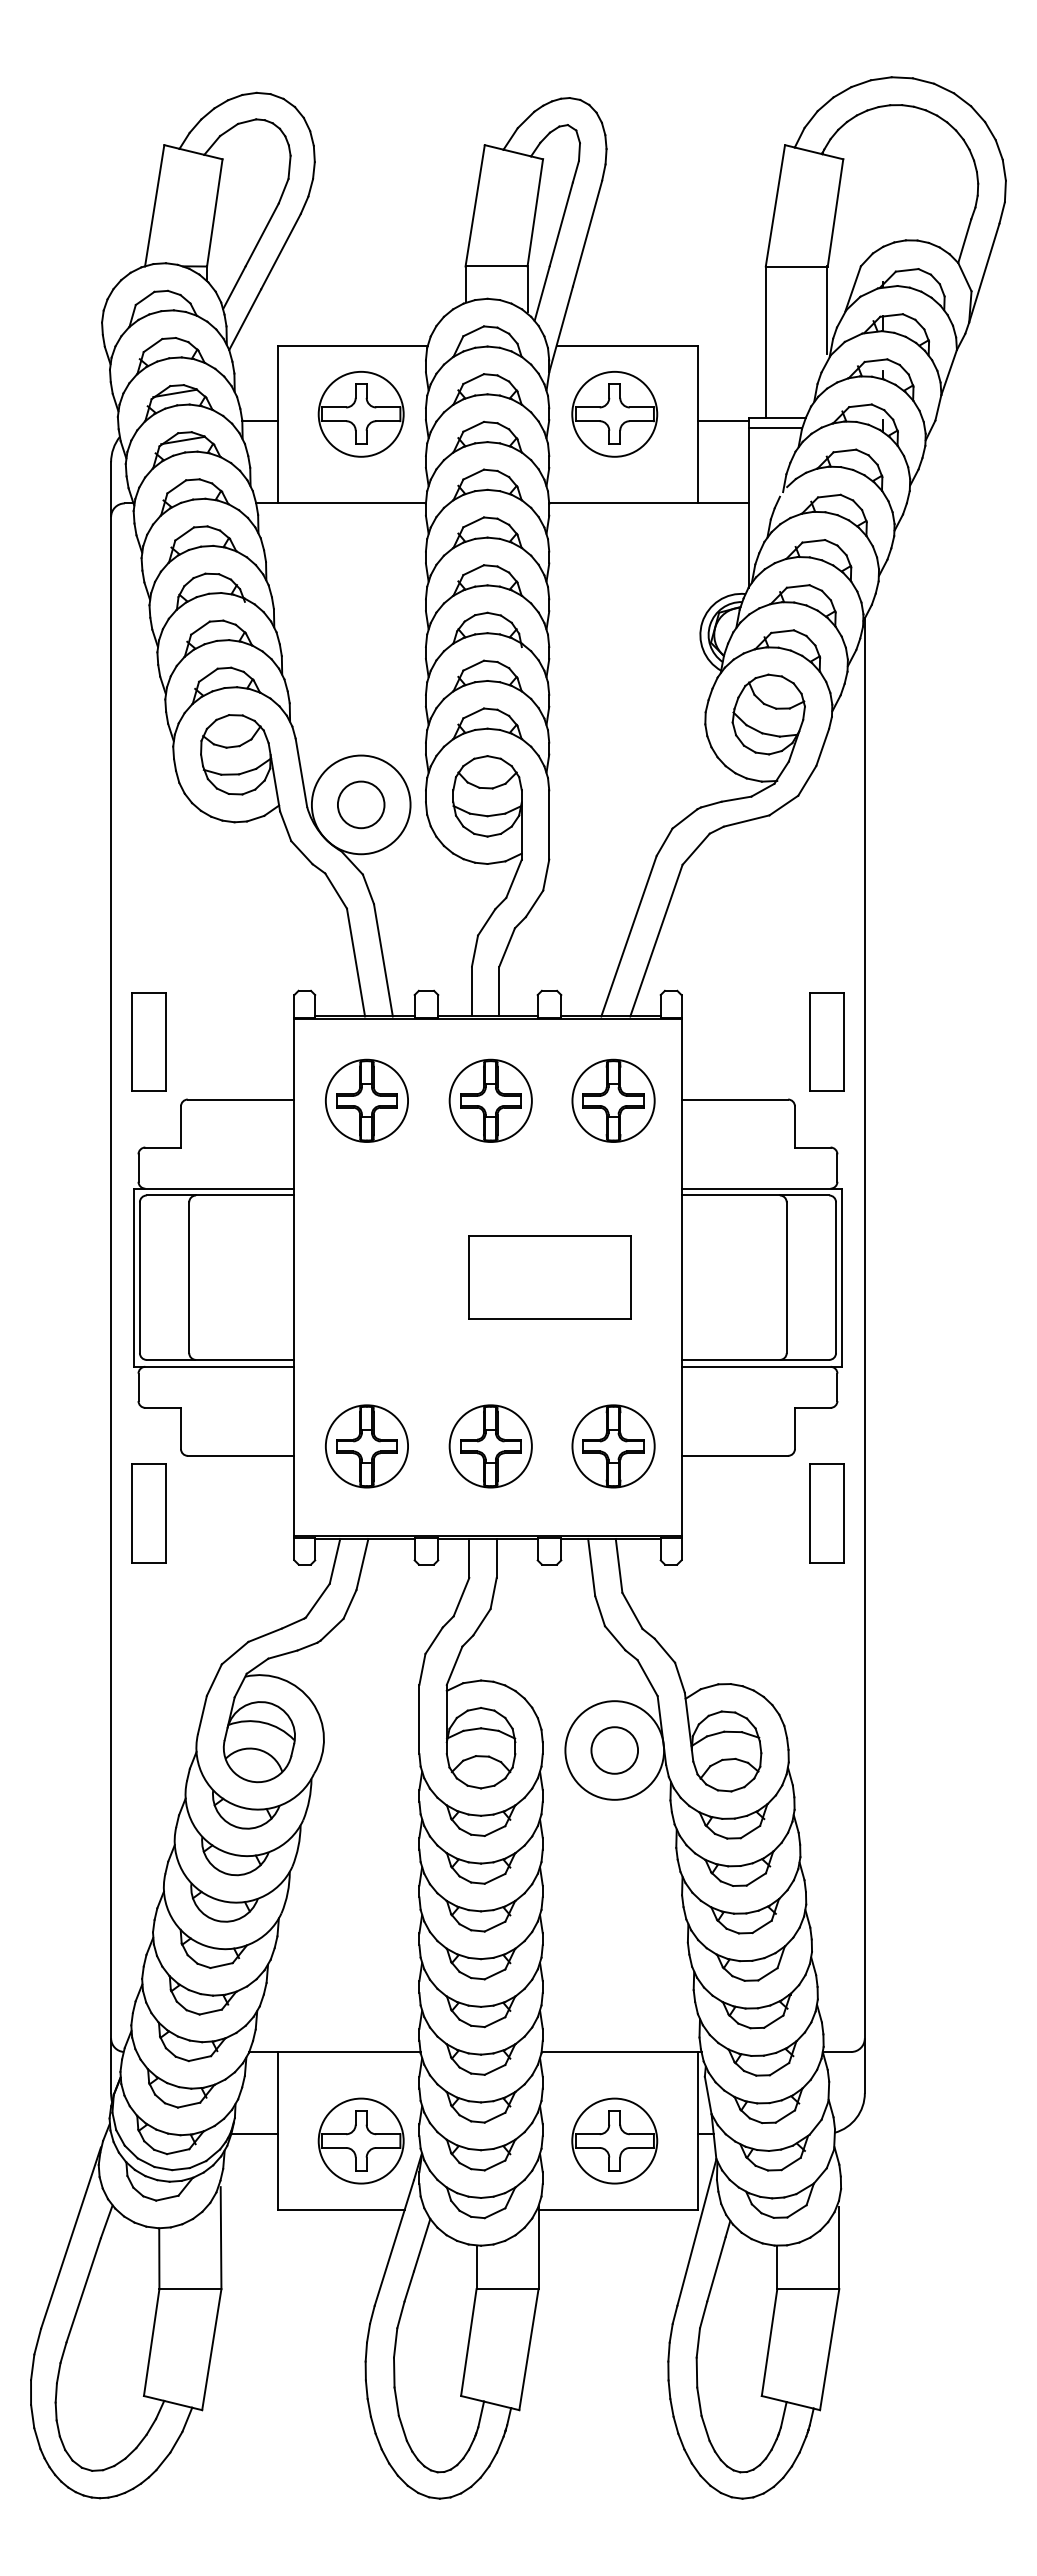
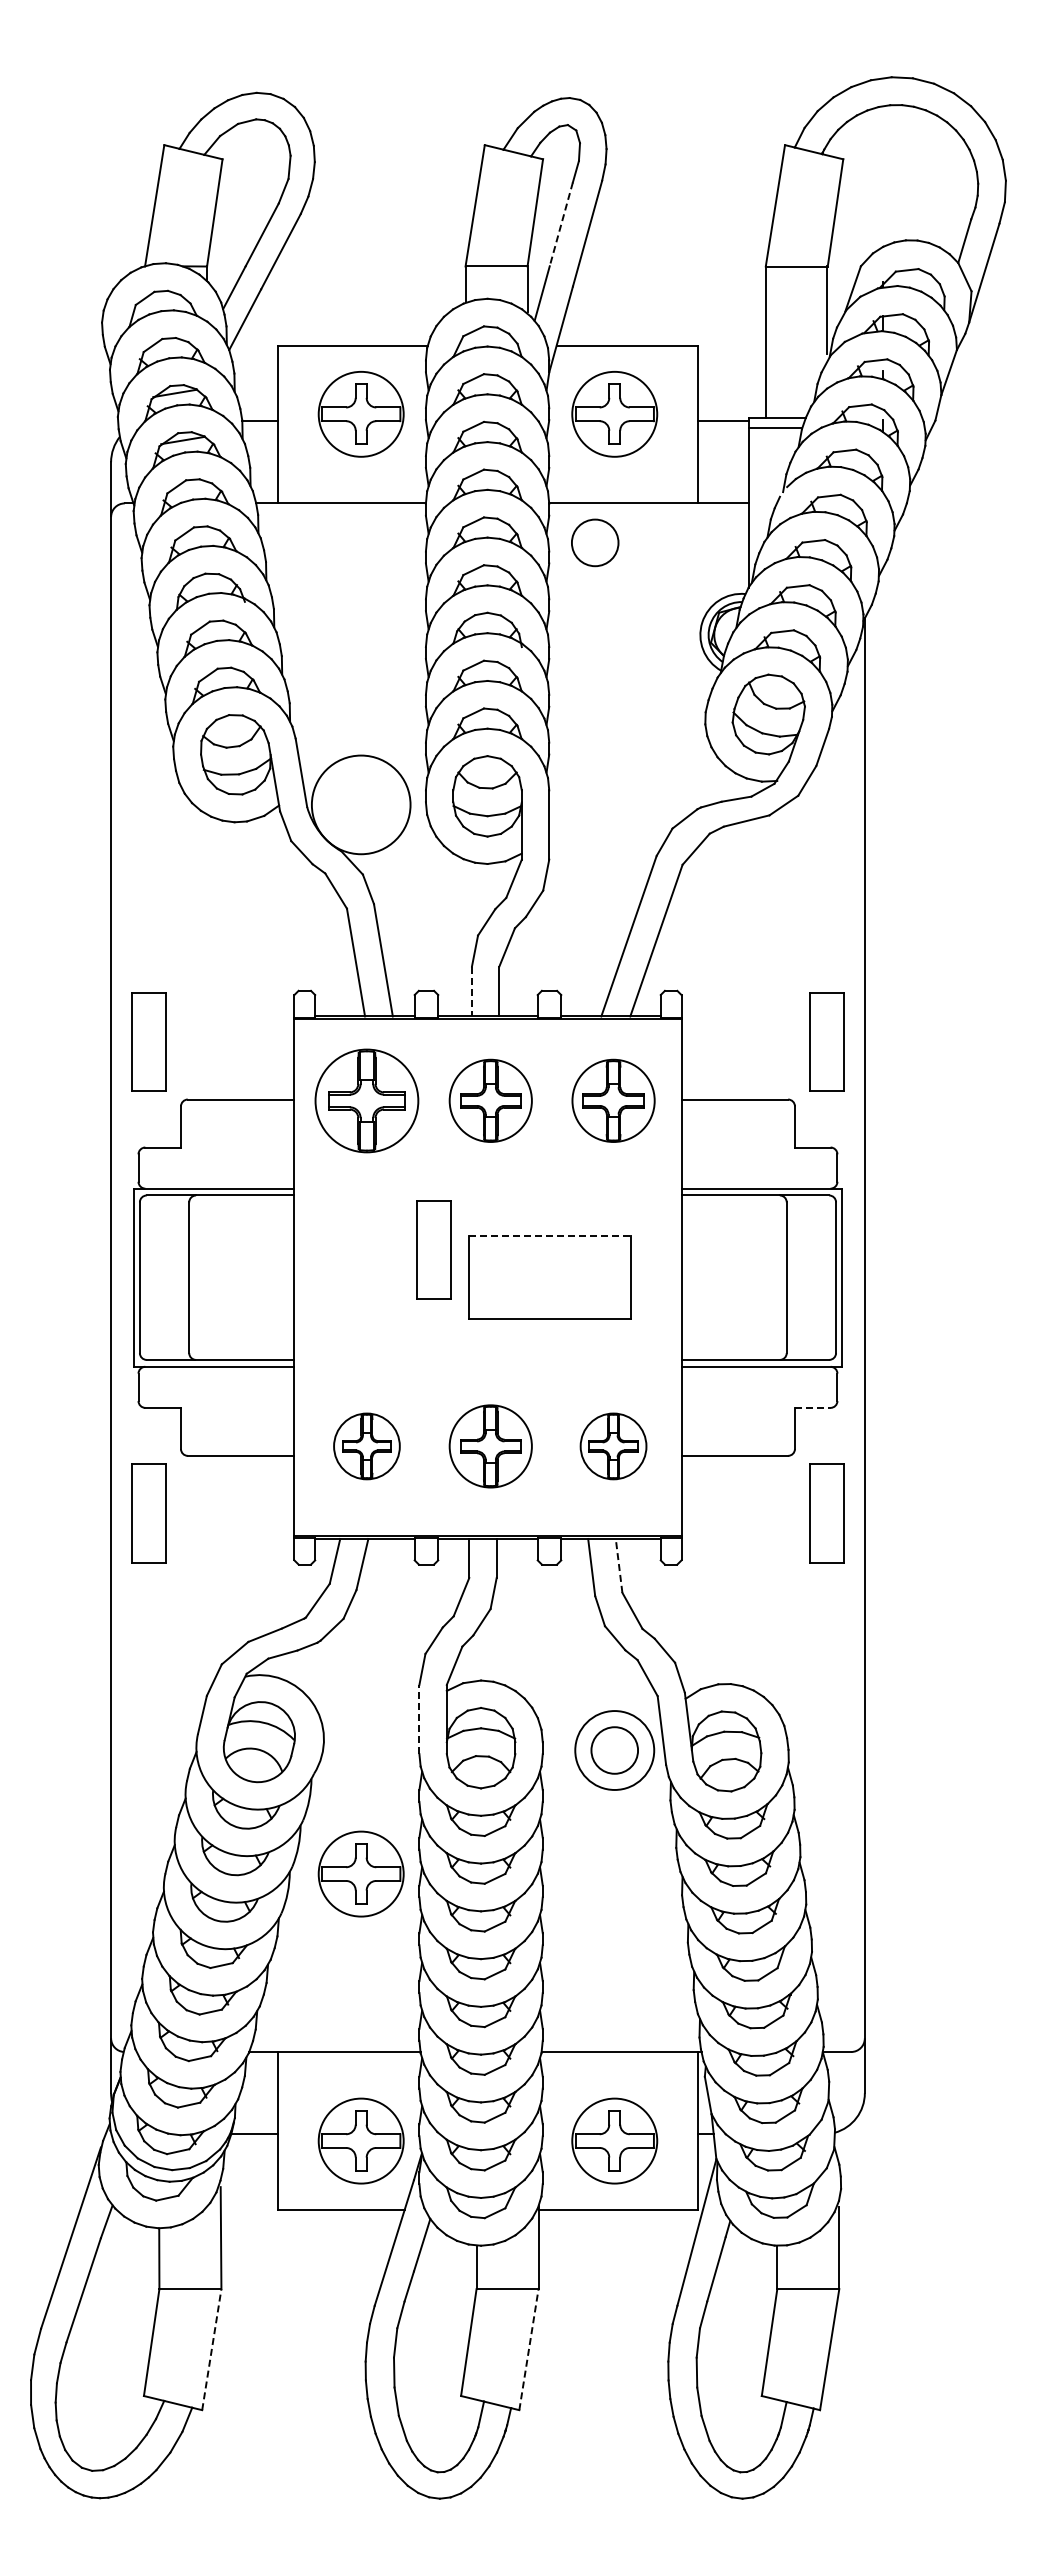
line at (561, 224): solid -> dashed
circle at (361, 804) position: (361, 804) -> (595, 542)
line at (471, 991): solid -> dashed
part at (366, 1100) size: 84x85 px -> 106x106 px
line at (550, 1236): solid -> dashed
part at (433, 1249): none -> present
line at (812, 1407): solid -> dashed
part at (366, 1446) size: 84x85 px -> 68x69 px
part at (613, 1446) size: 85x85 px -> 69x69 px
line at (619, 1565): solid -> dashed
line at (419, 1719): solid -> dashed
circle at (614, 1750) diameter: 99 px -> 79 px
part at (360, 1873): none -> present
line at (211, 2349): solid -> dashed
line at (529, 2349): solid -> dashed
